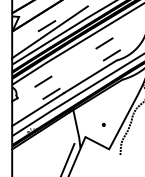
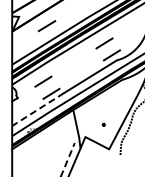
line at (49, 32): present -> none
line at (38, 109): solid -> dashed
line at (67, 159): solid -> dashed
